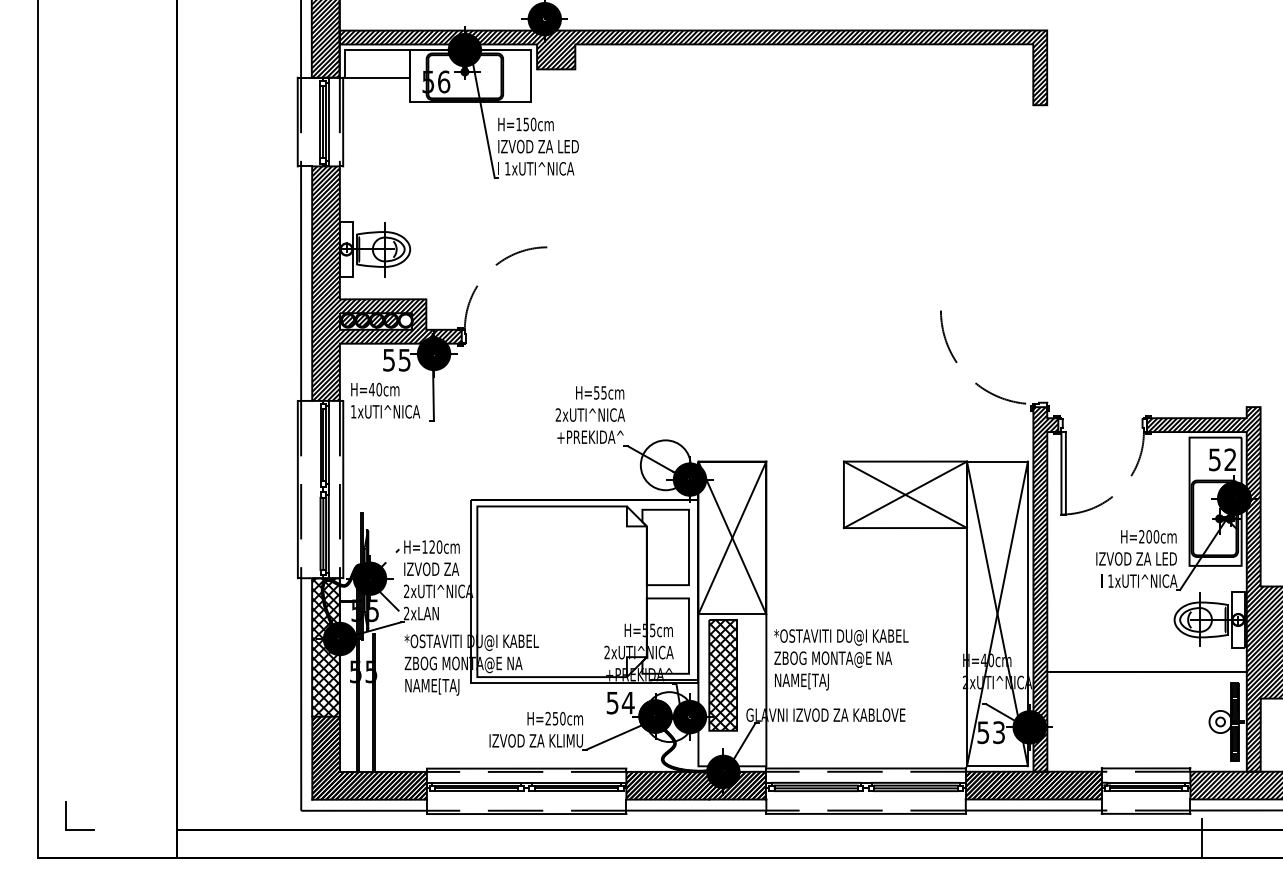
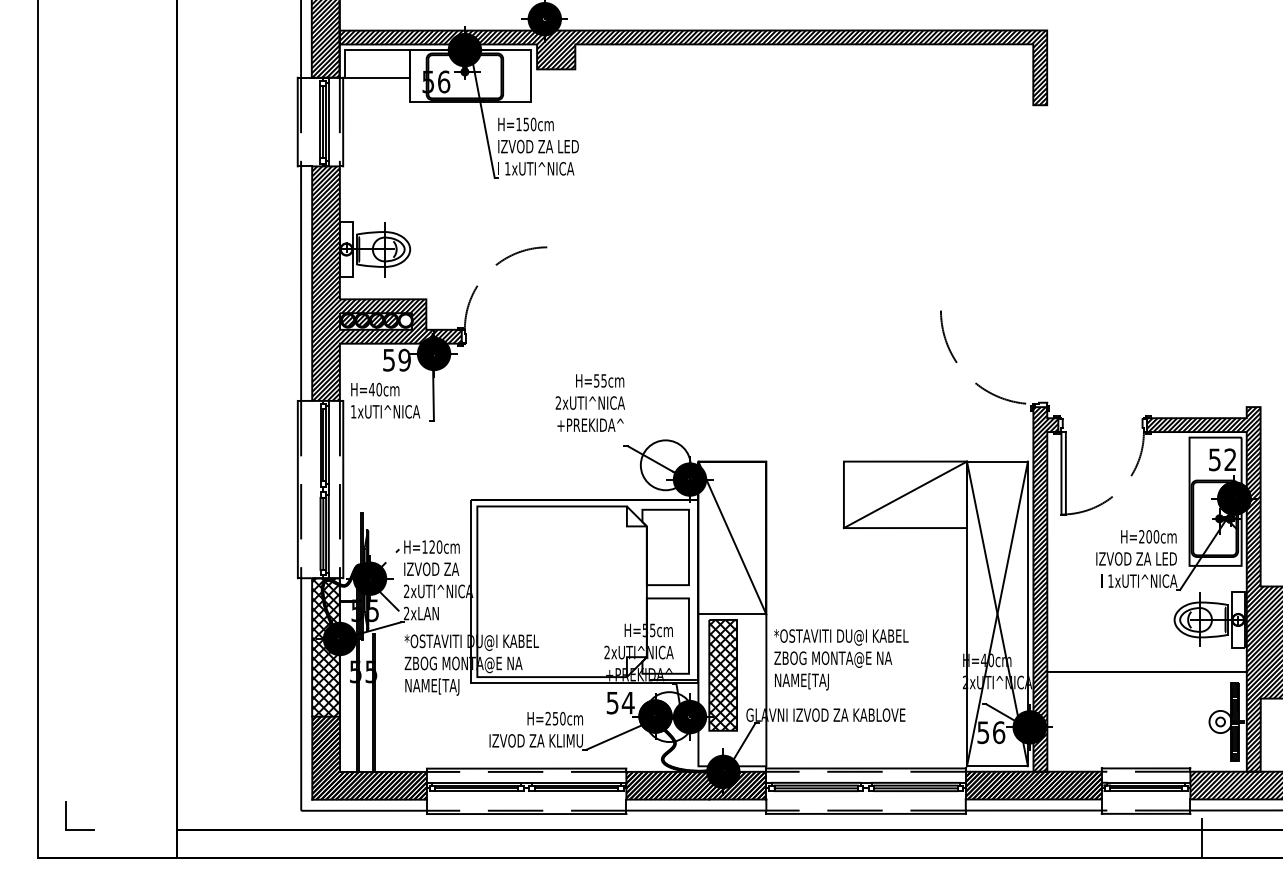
text at (404, 359): 55 -> 59
text at (589, 414) position: (589, 414) -> (589, 402)
line at (905, 494): present -> none
line at (732, 537): present -> none
text at (999, 732): 53 -> 56
